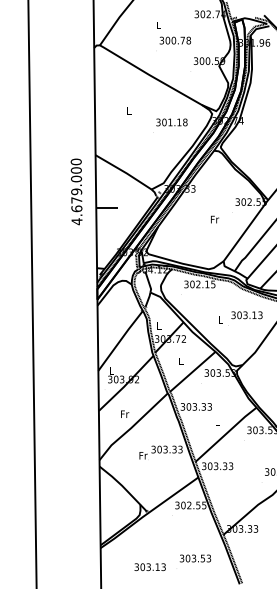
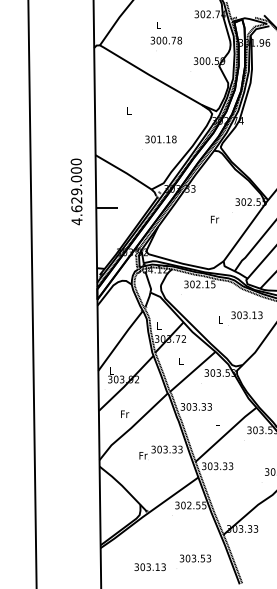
text at (174, 40) position: (174, 40) -> (165, 40)
text at (170, 125) position: (170, 125) -> (159, 142)
text at (76, 200): 4.679.000 -> 4.629.000
